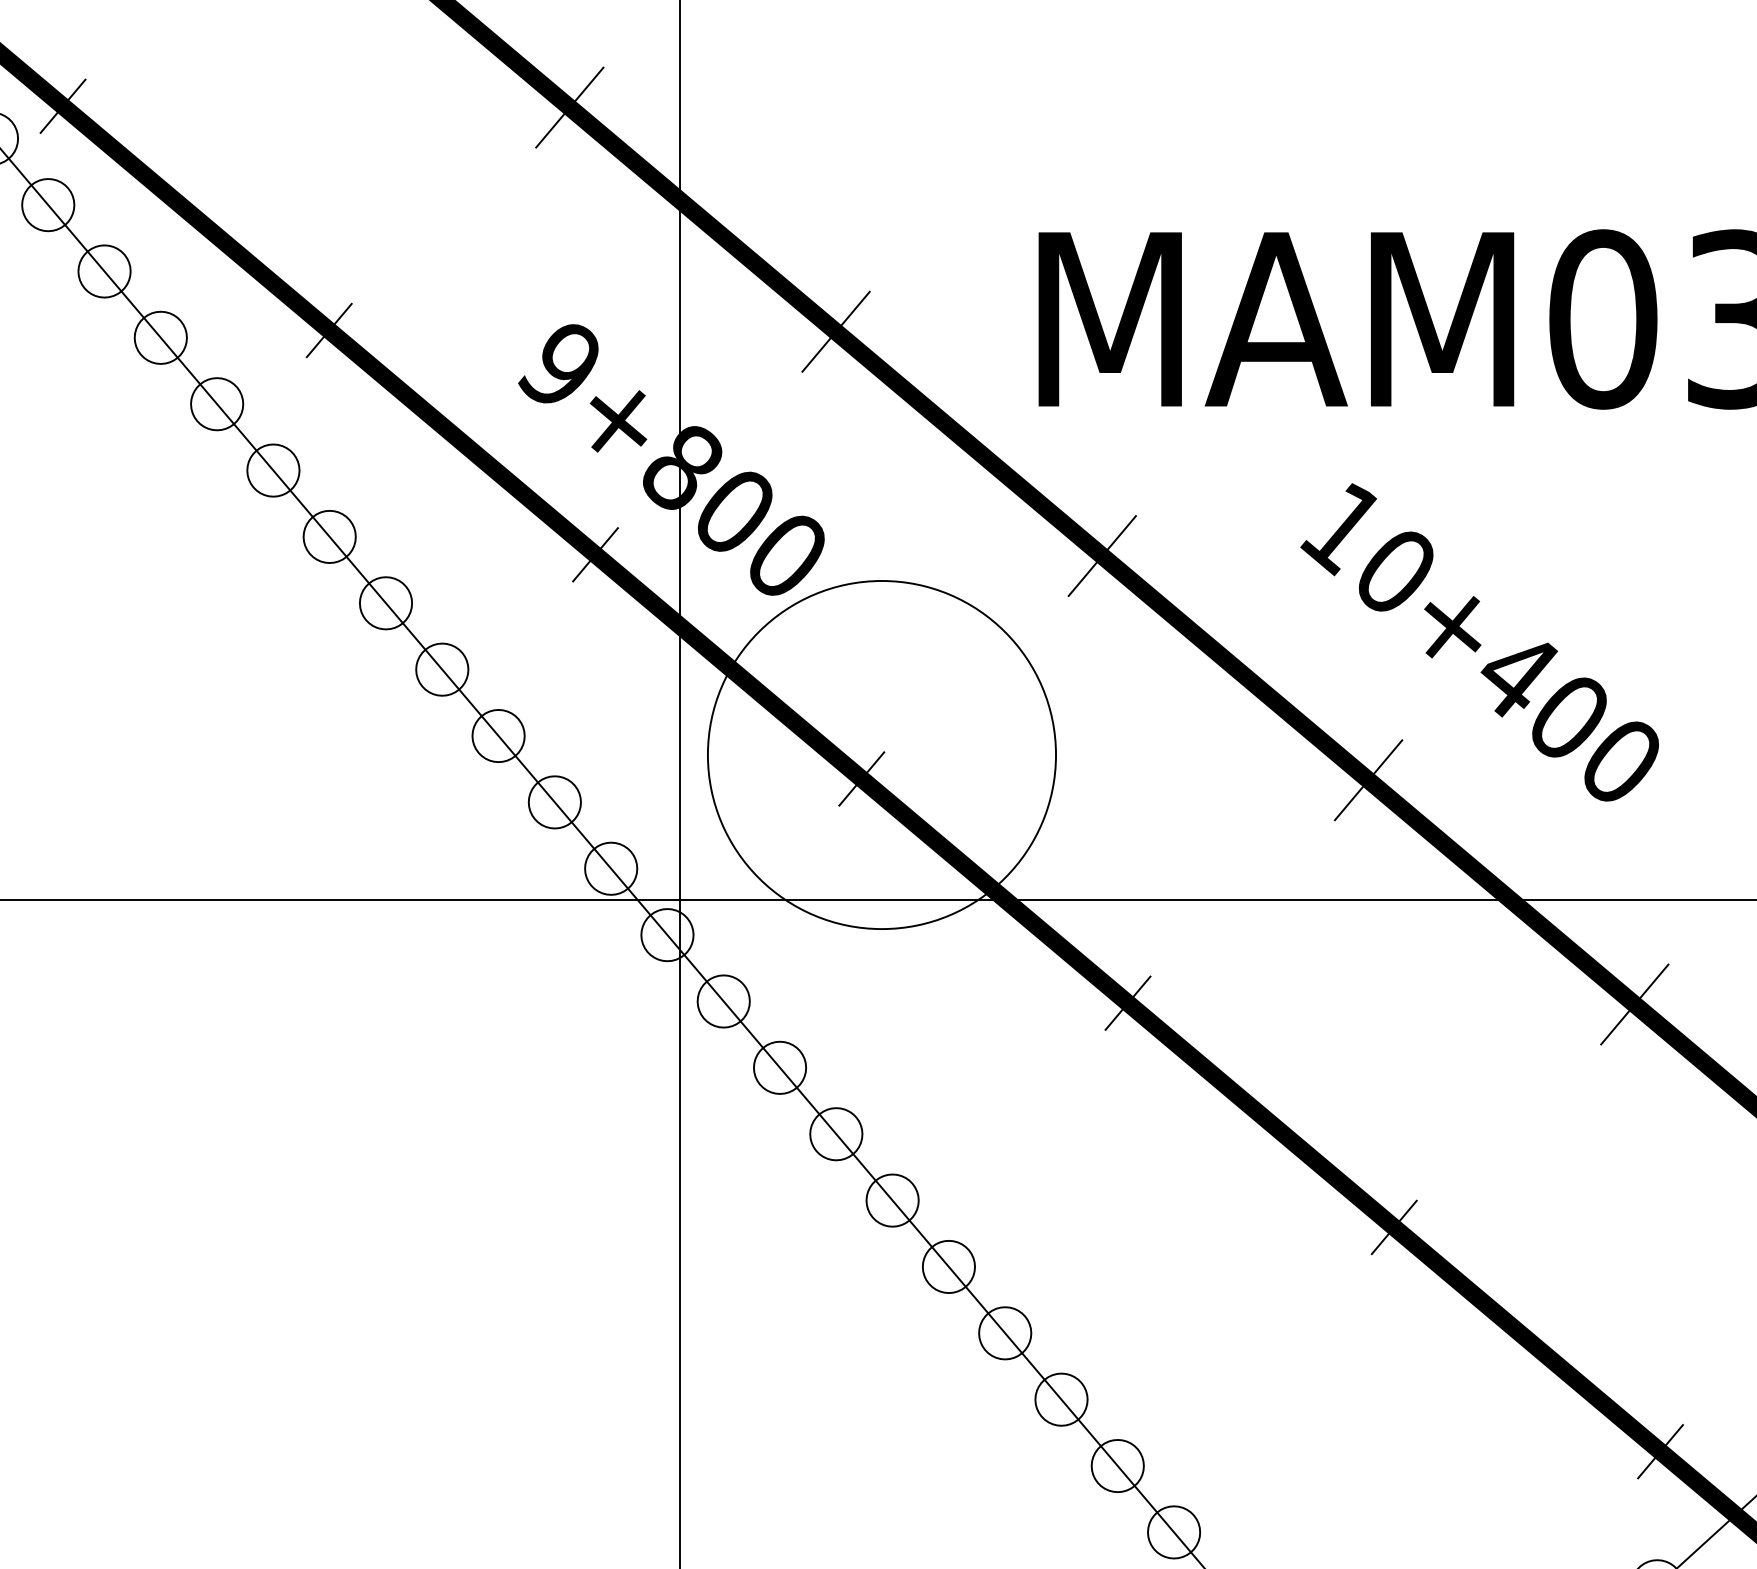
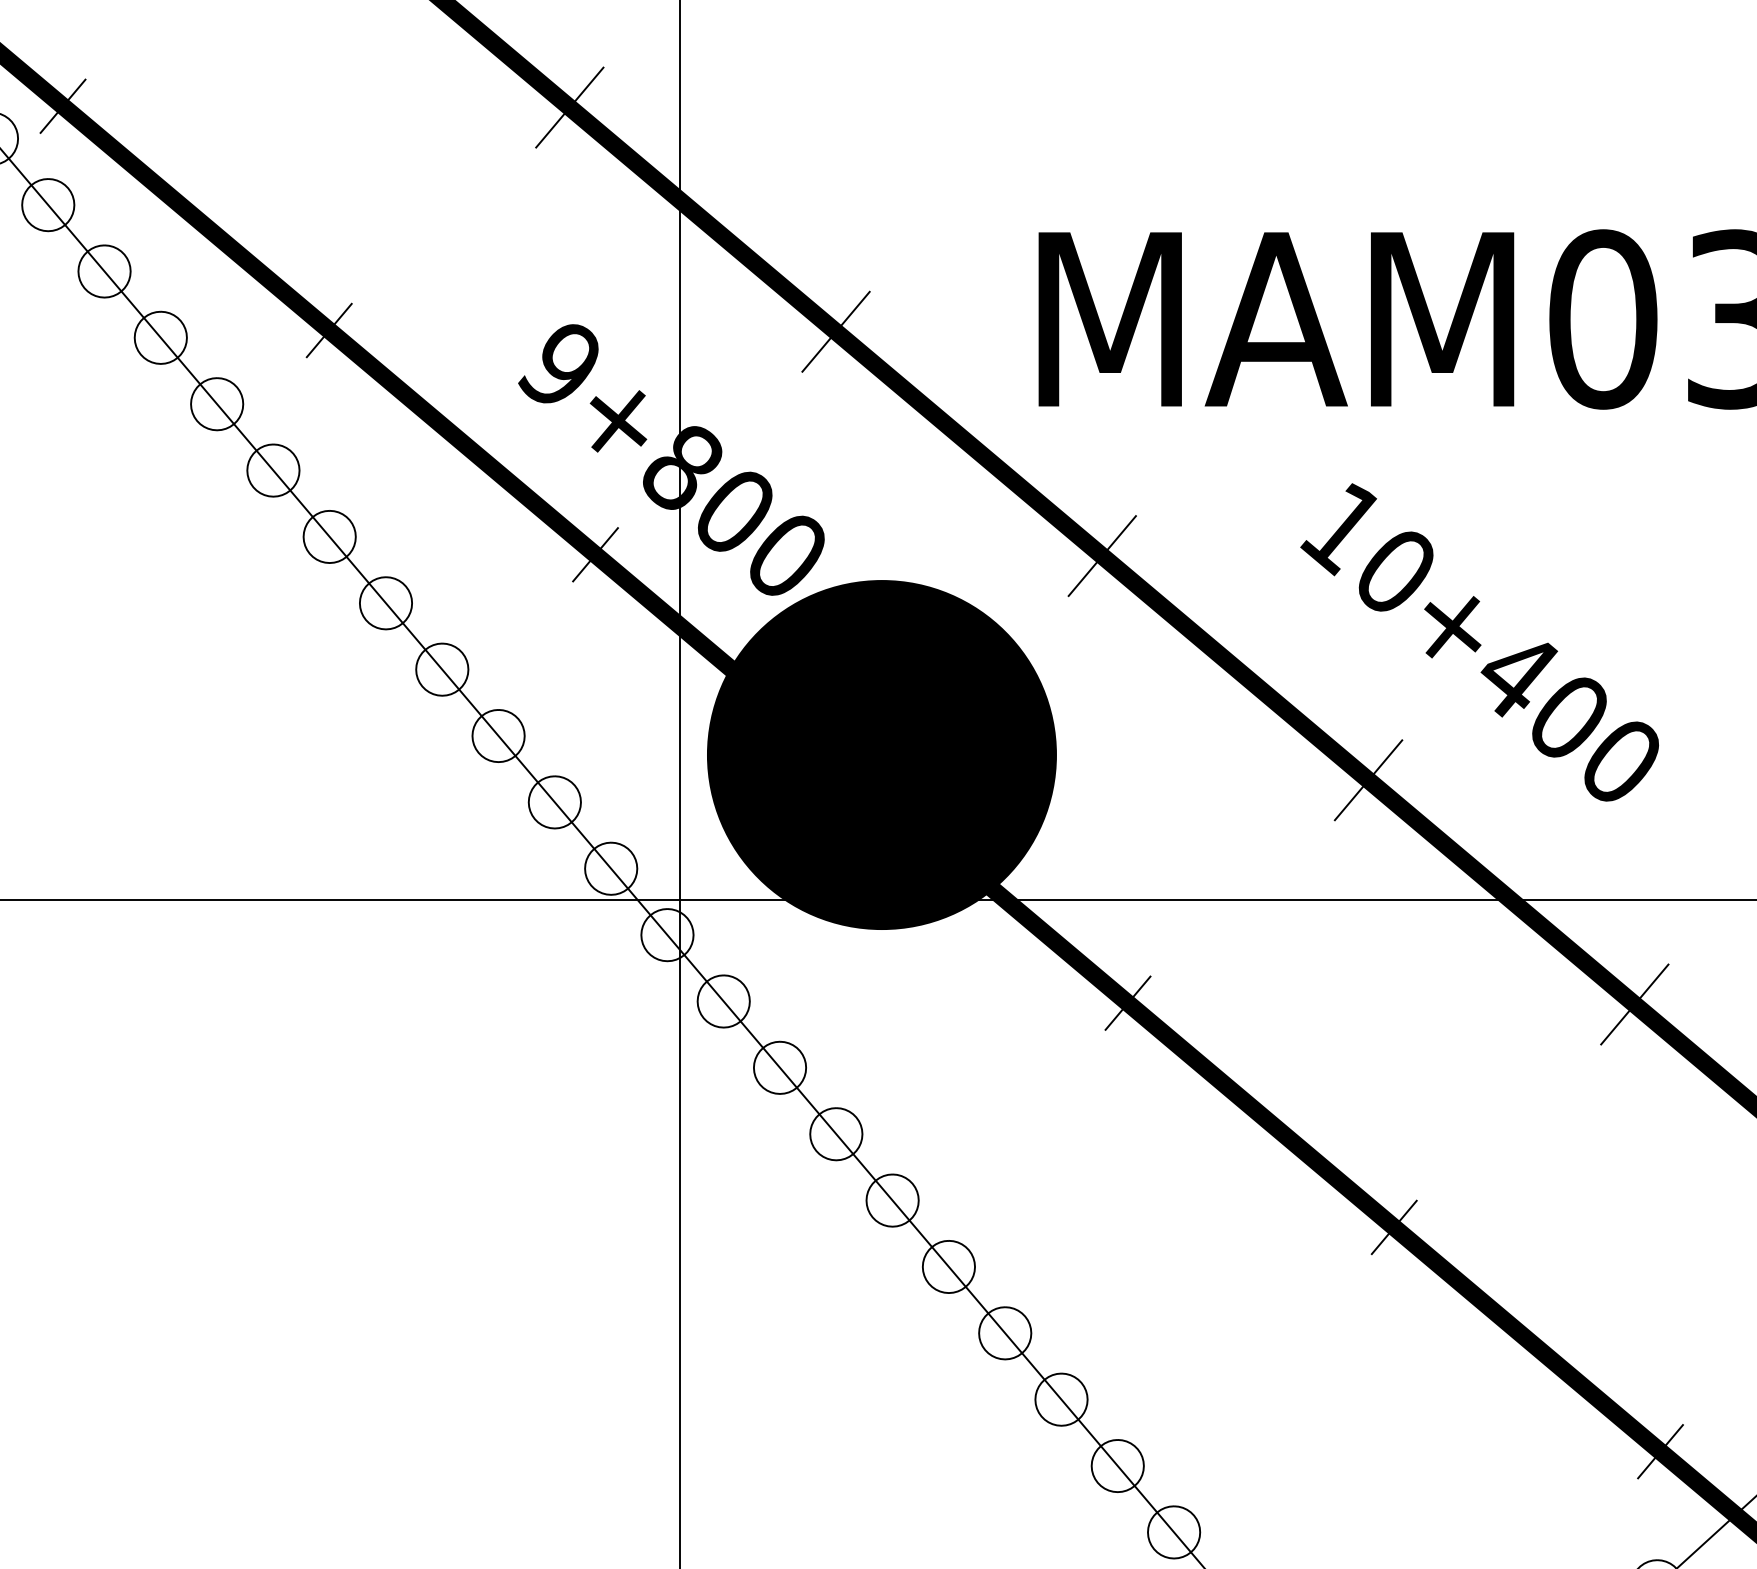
fill at (881, 755): none -> present
